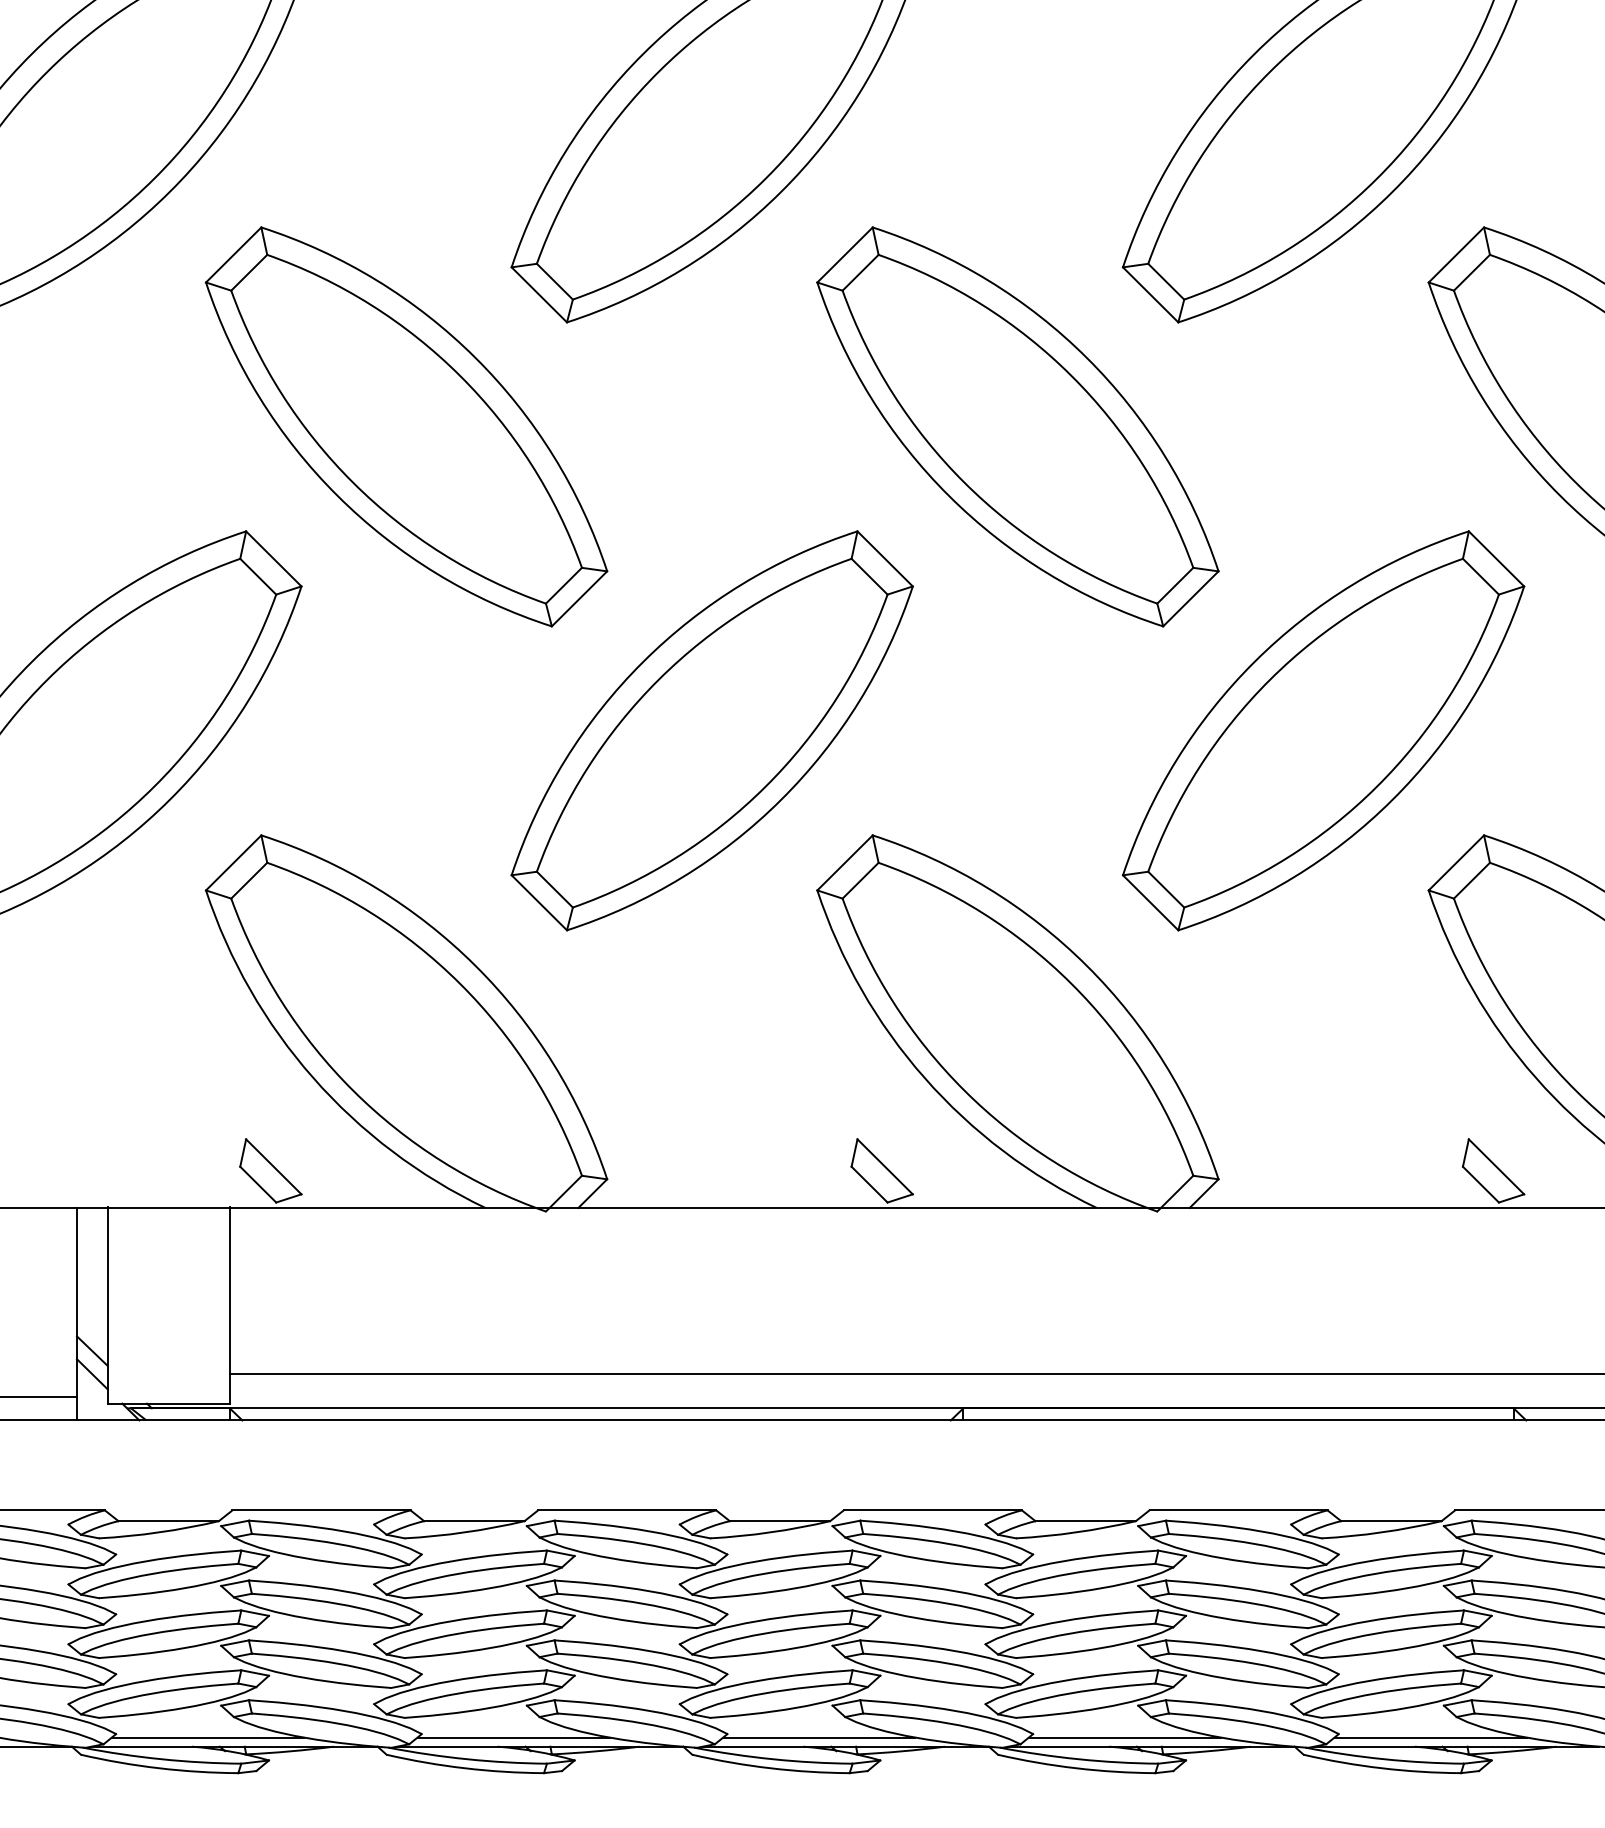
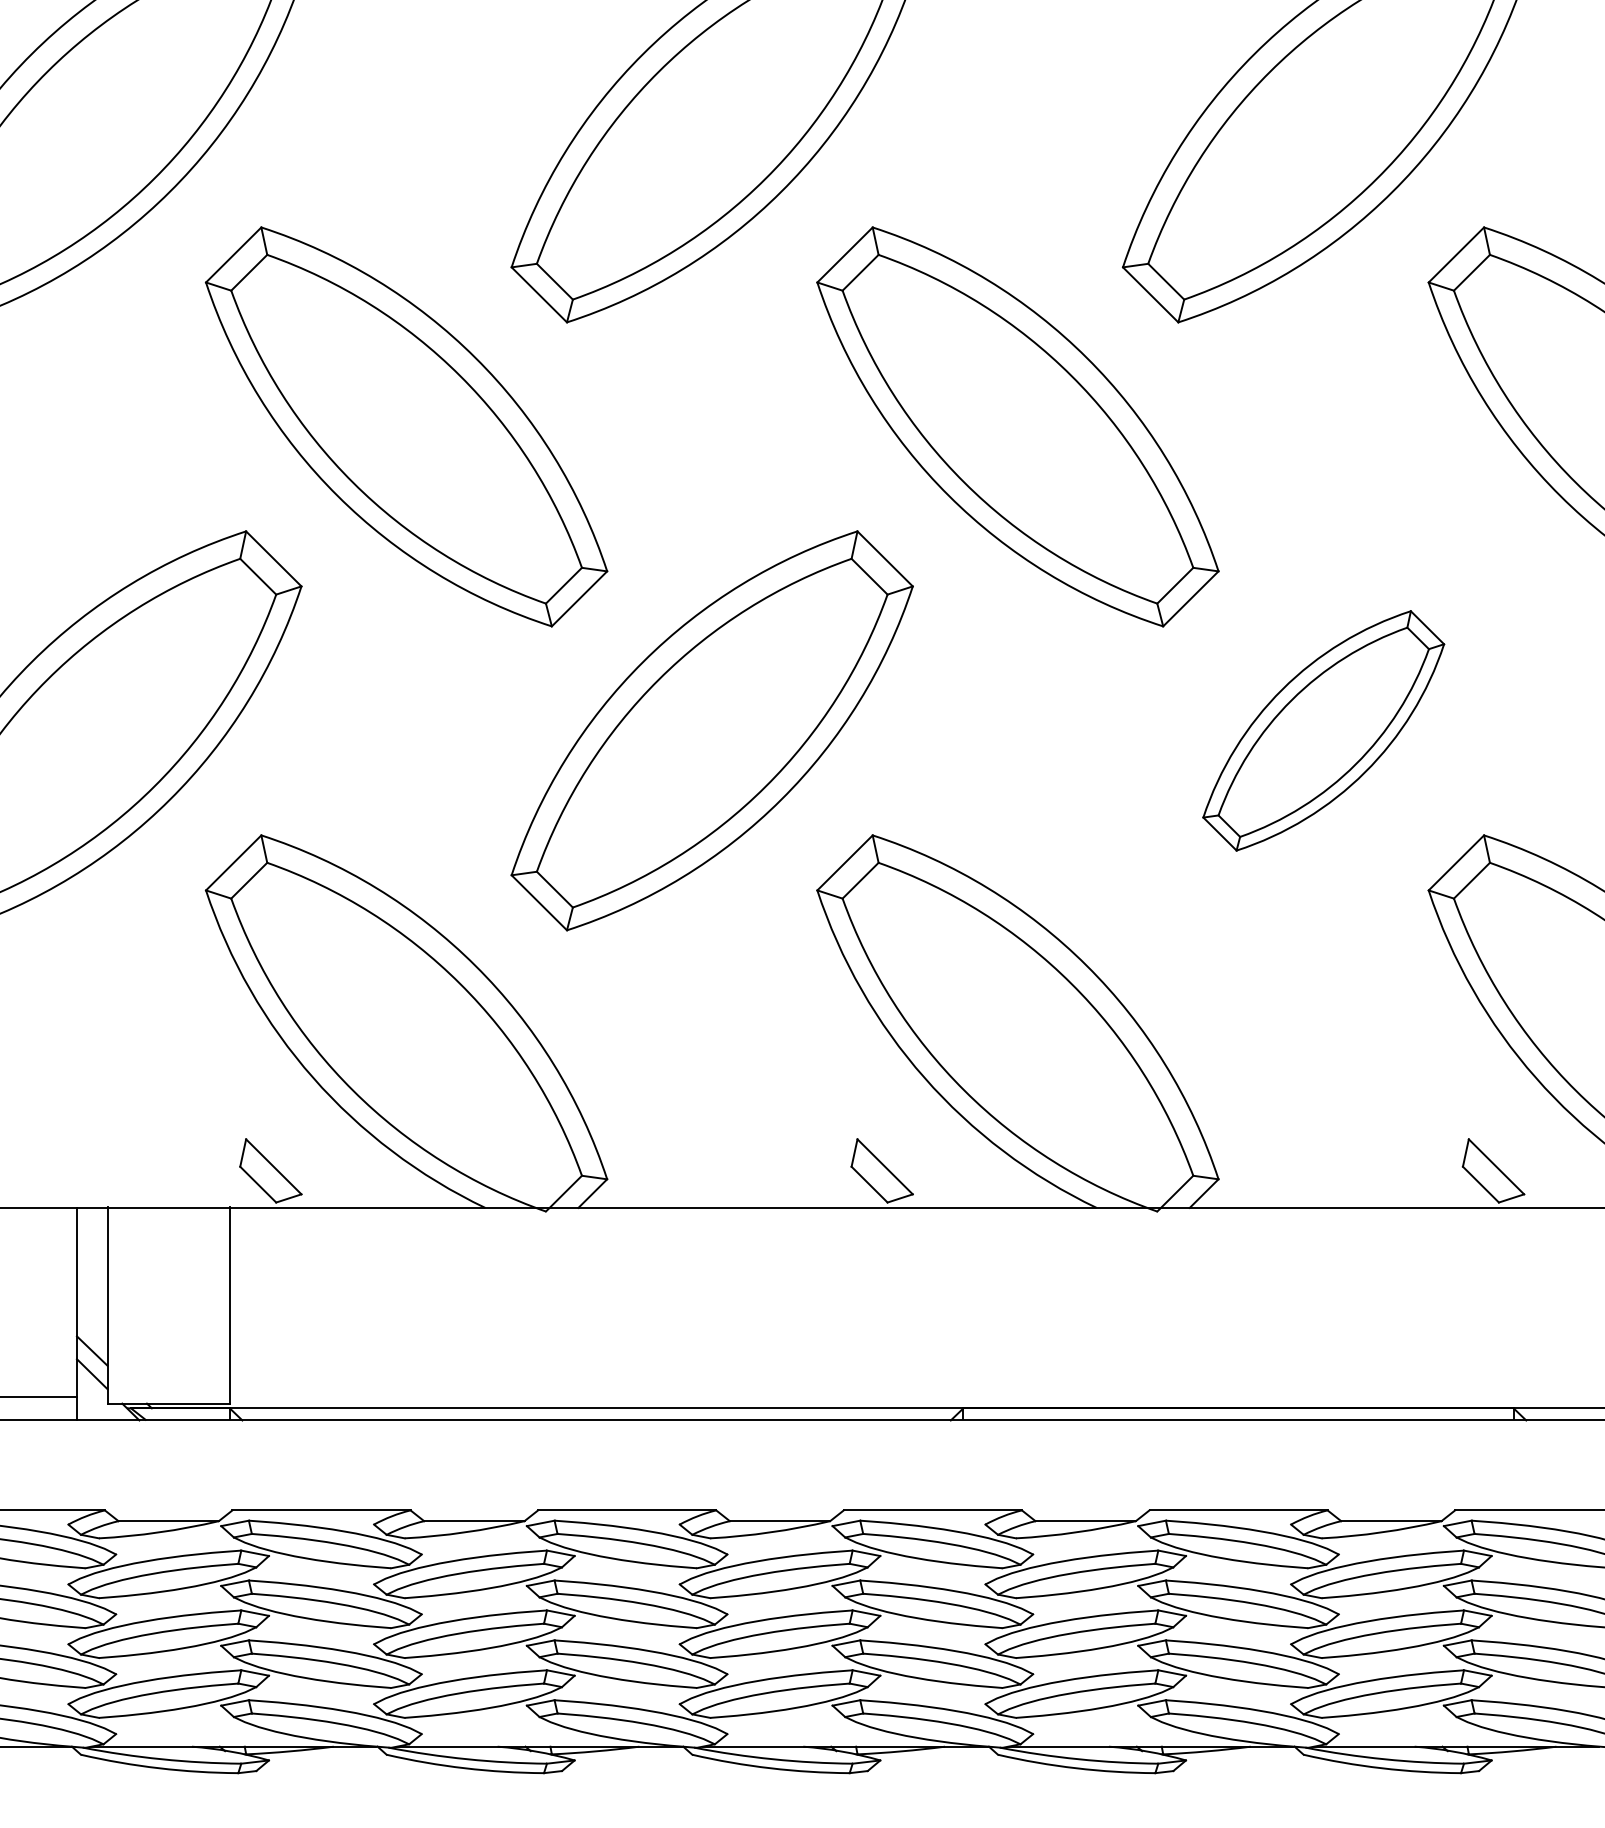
part at (1323, 730) size: 404x402 px -> 244x242 px
line at (915, 1373): present -> none
line at (208, 1737): present -> none
line at (513, 1737): present -> none
line at (819, 1737): present -> none
line at (1125, 1737): present -> none
line at (1430, 1737): present -> none
